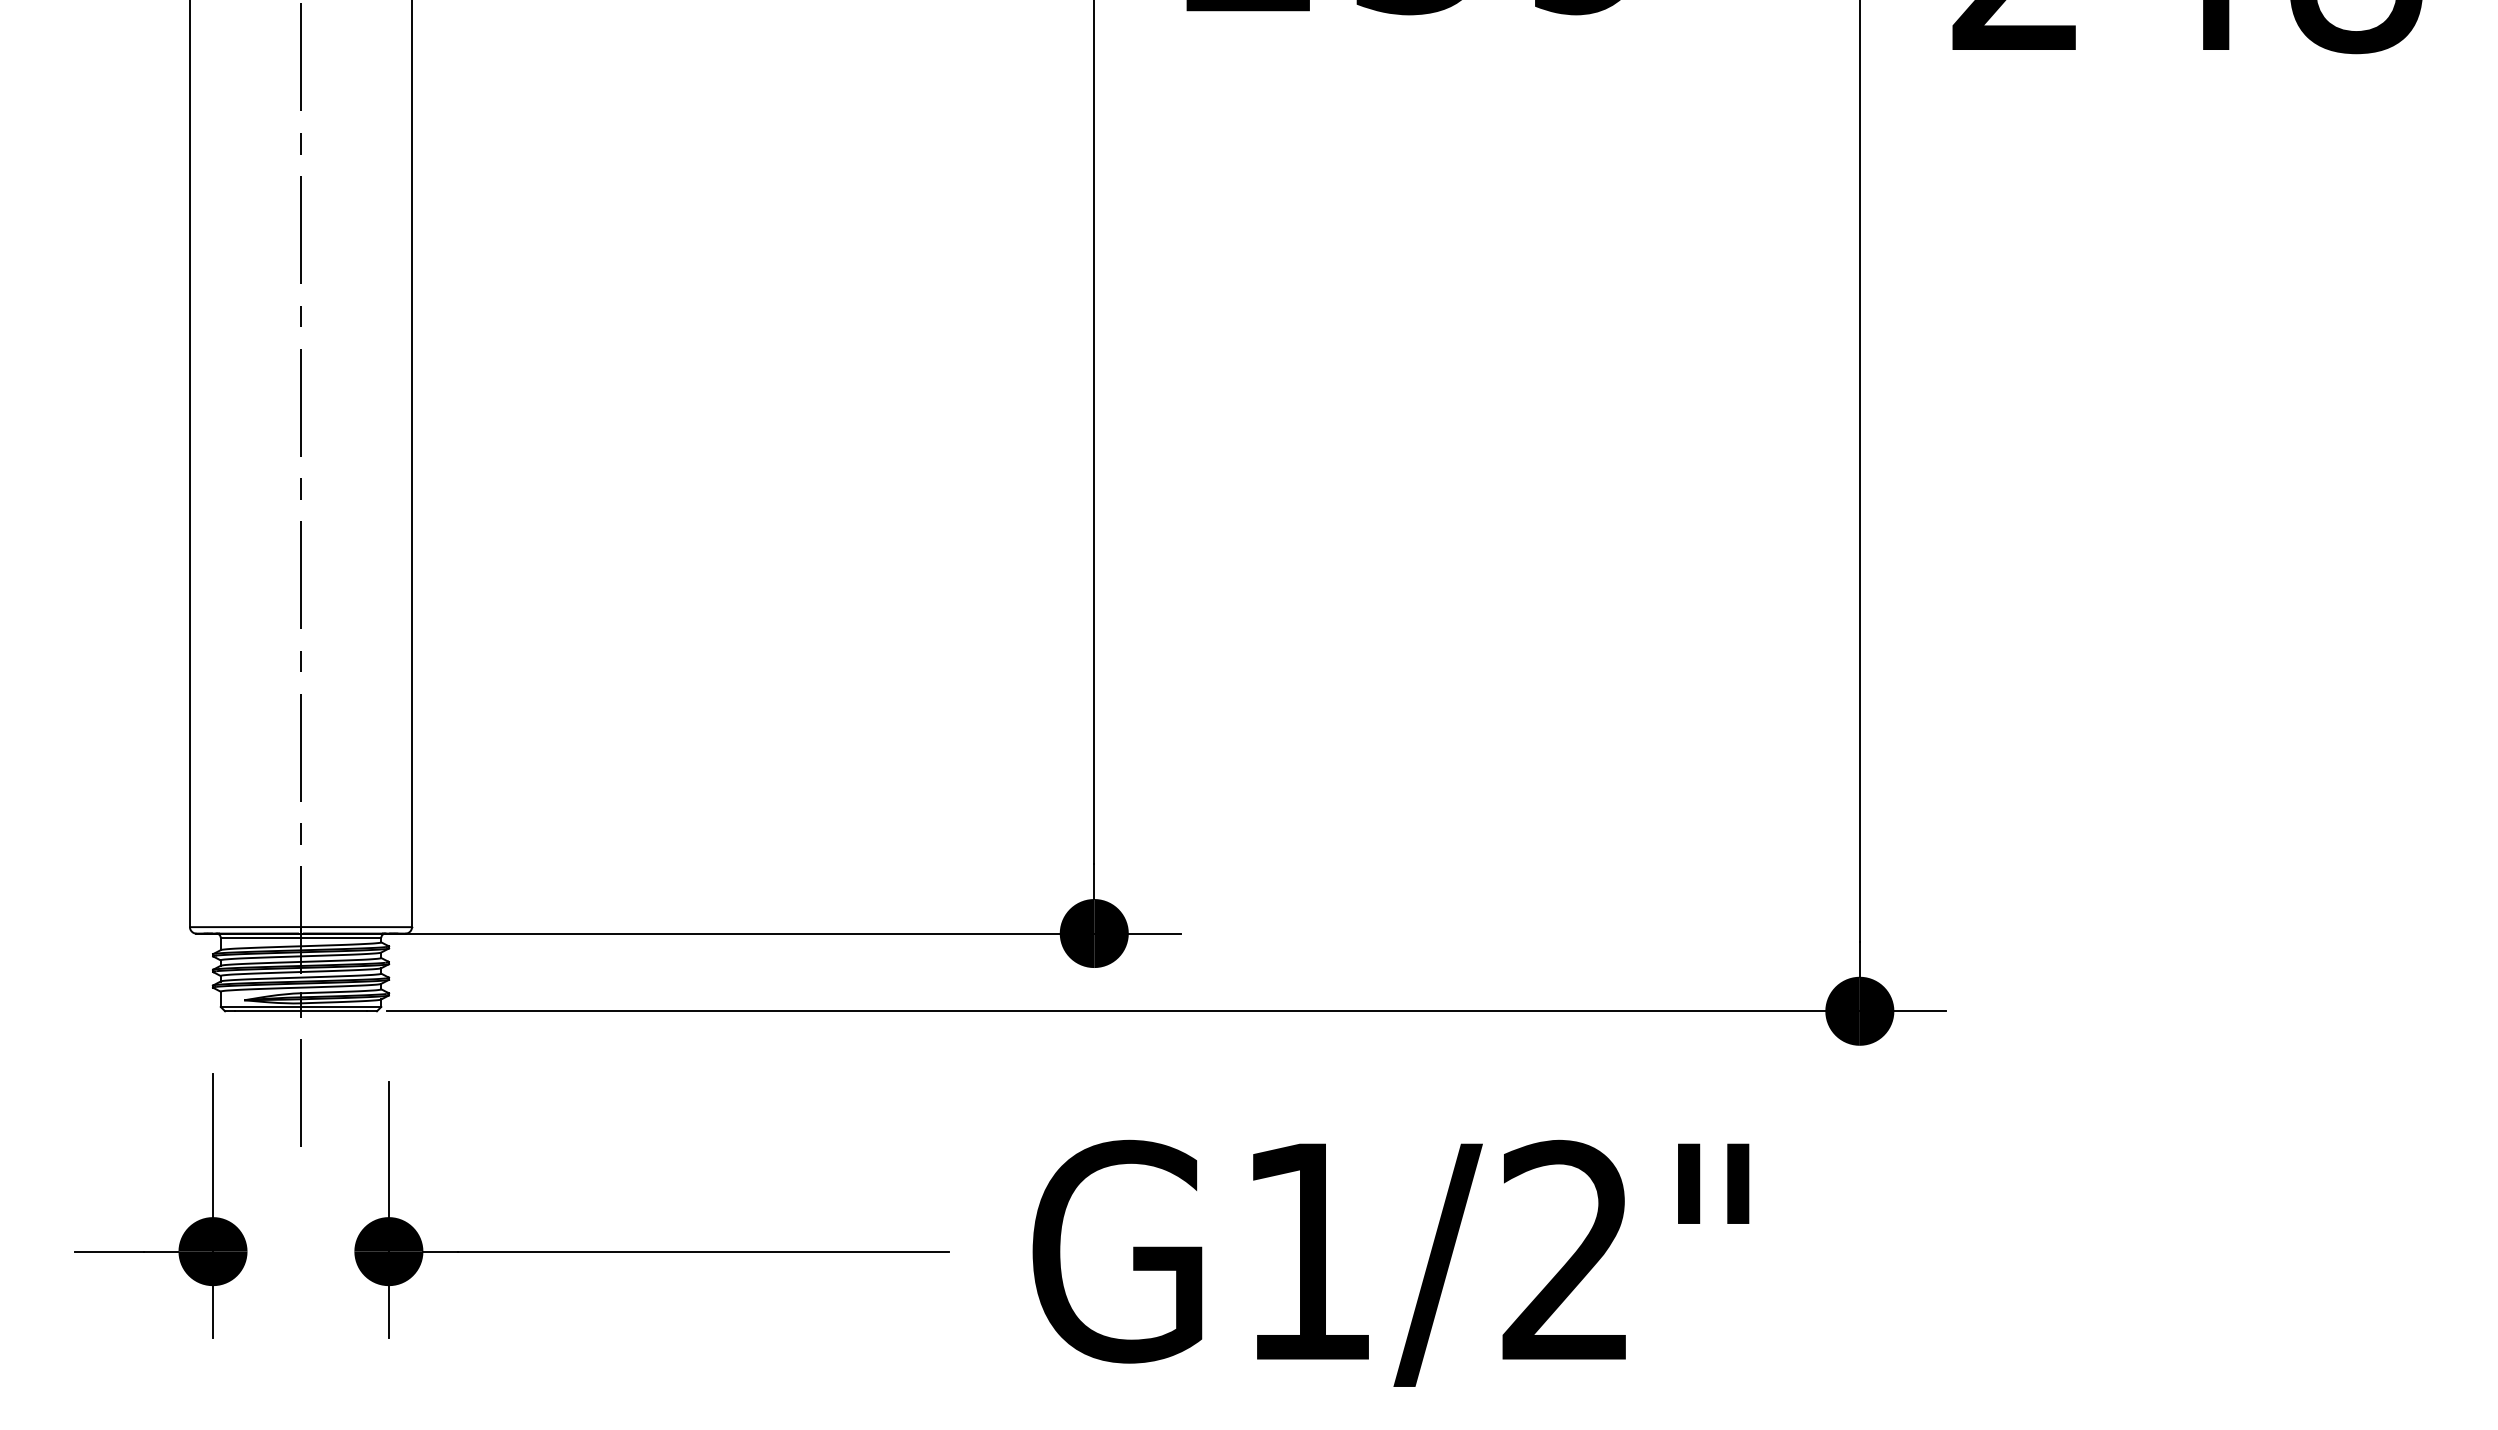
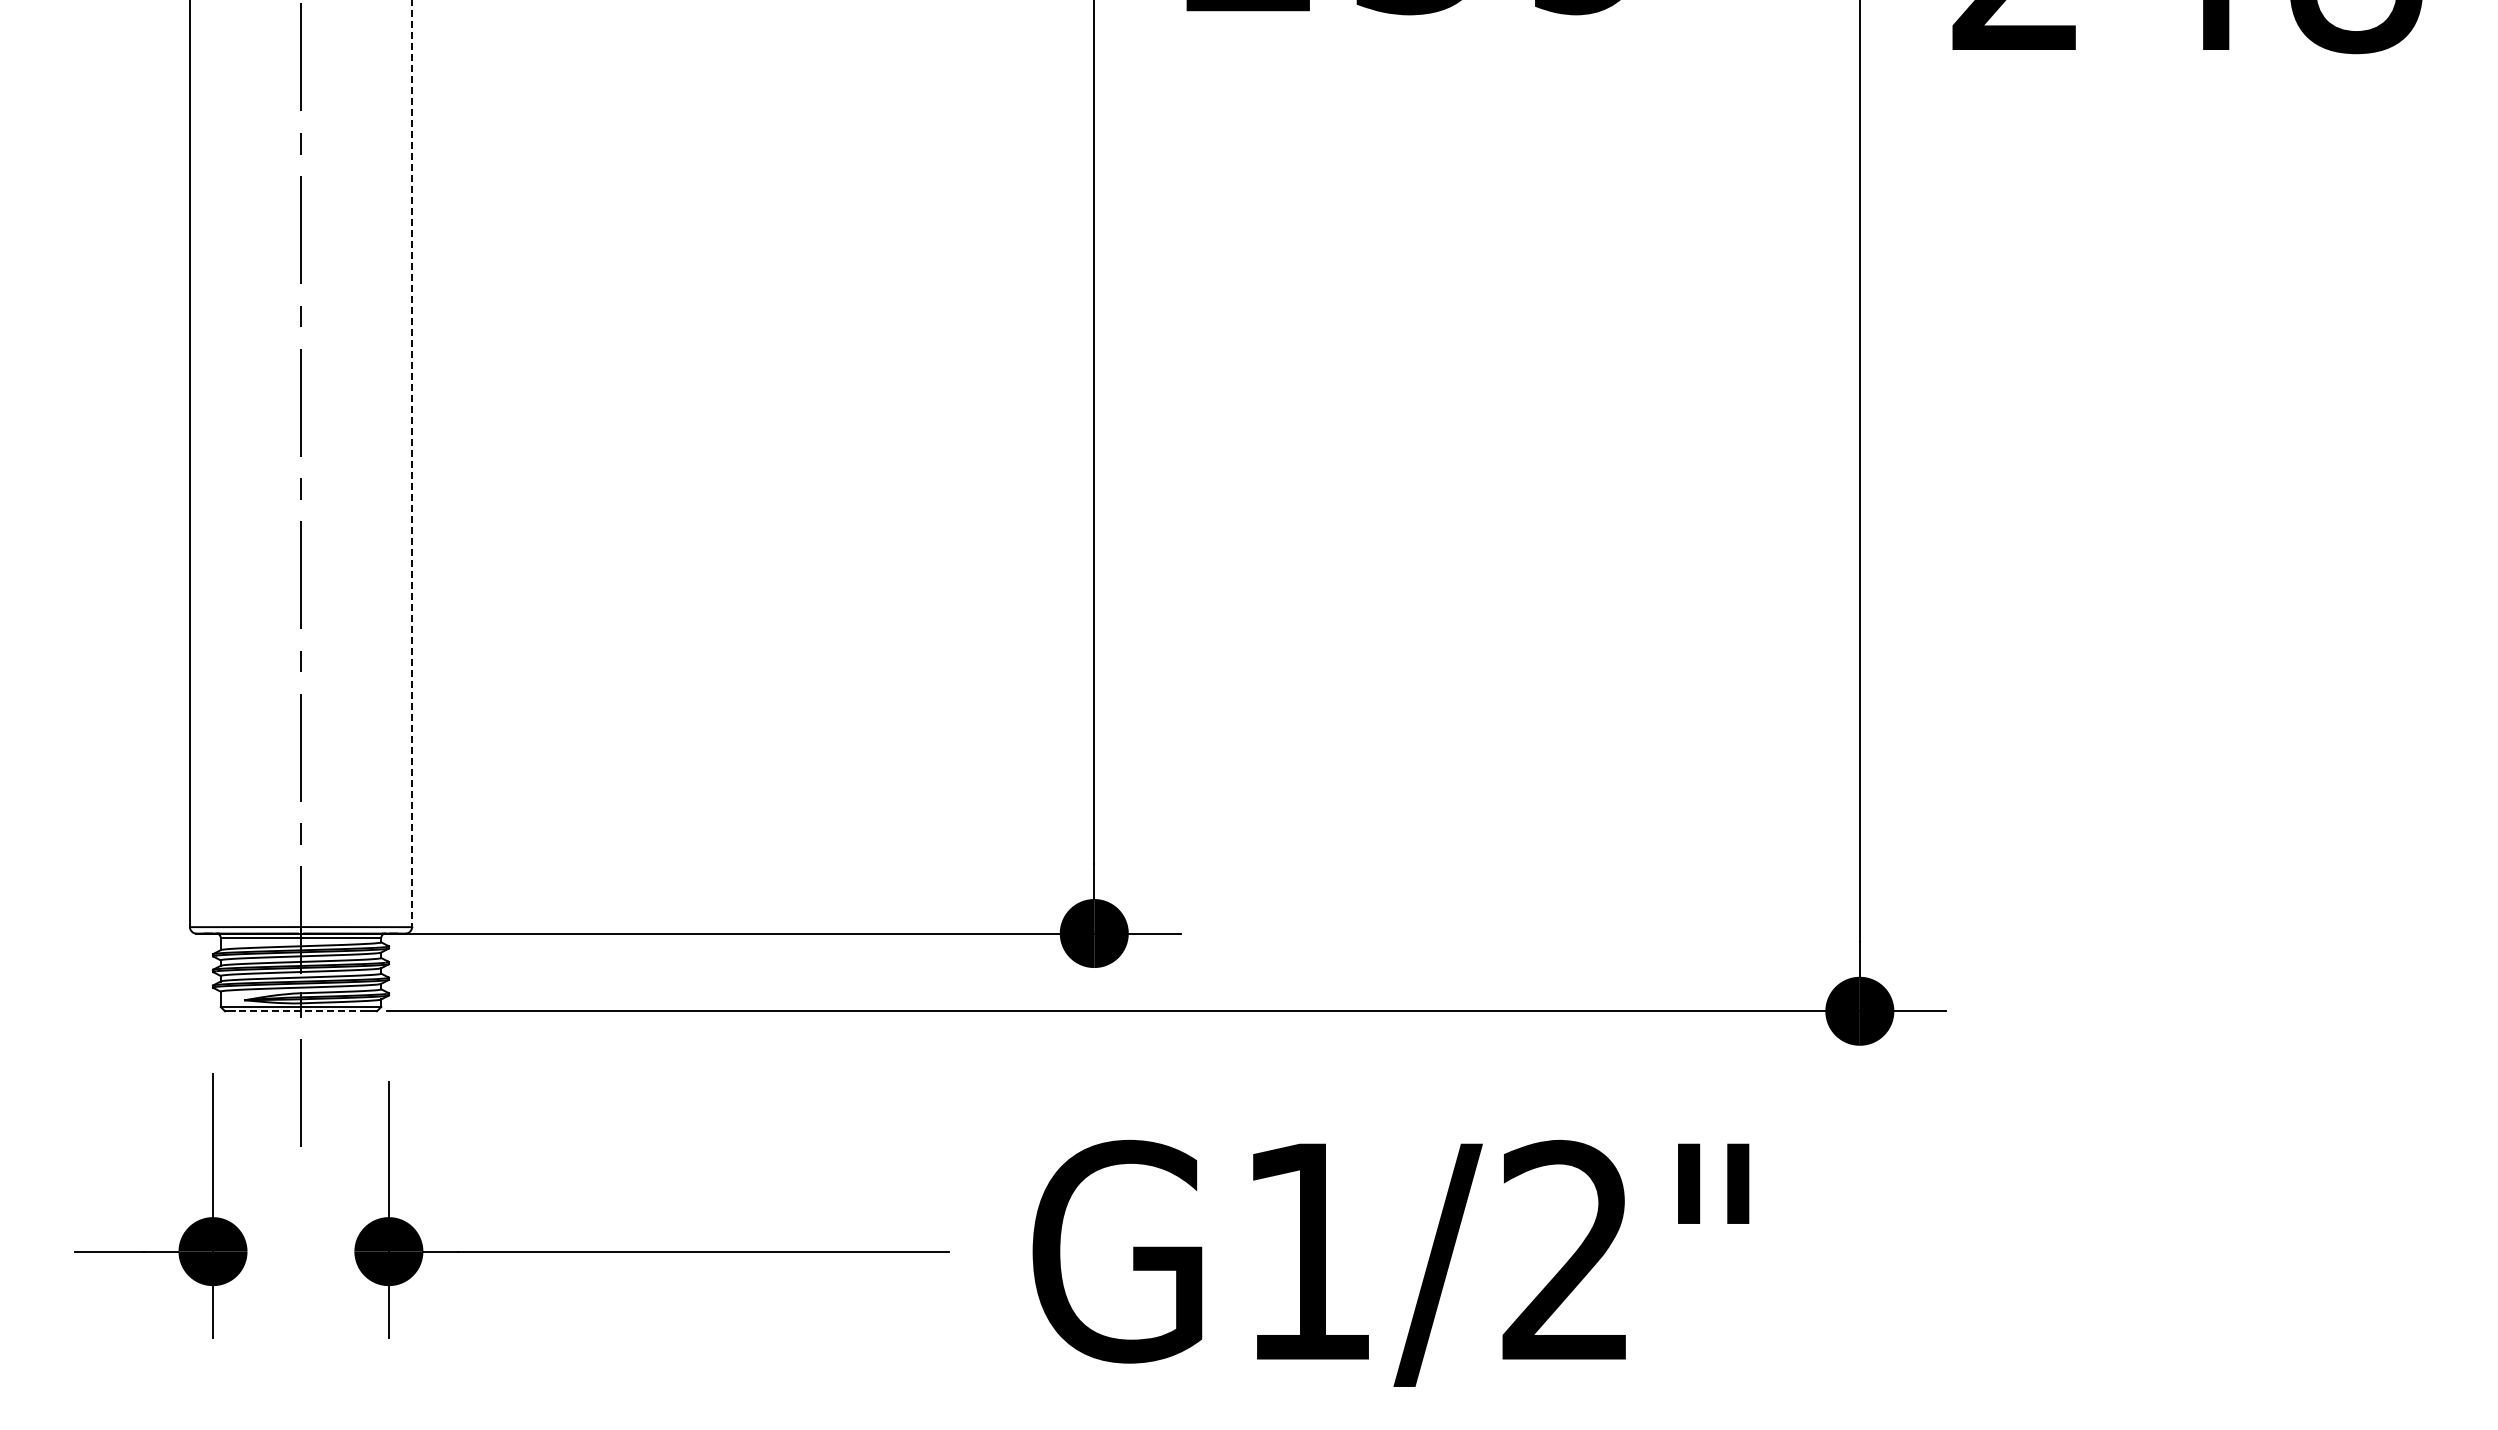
line at (412, 464): solid -> dashed
line at (300, 1011): solid -> dashed
